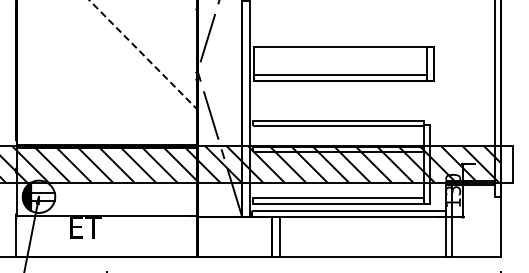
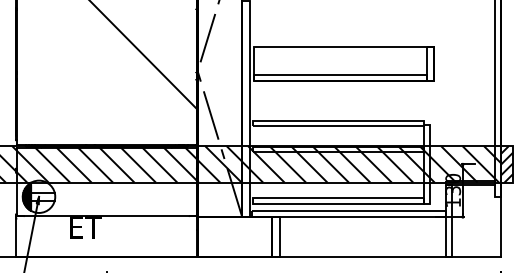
line at (143, 55): dashed -> solid
hatch at (507, 164): none -> present
